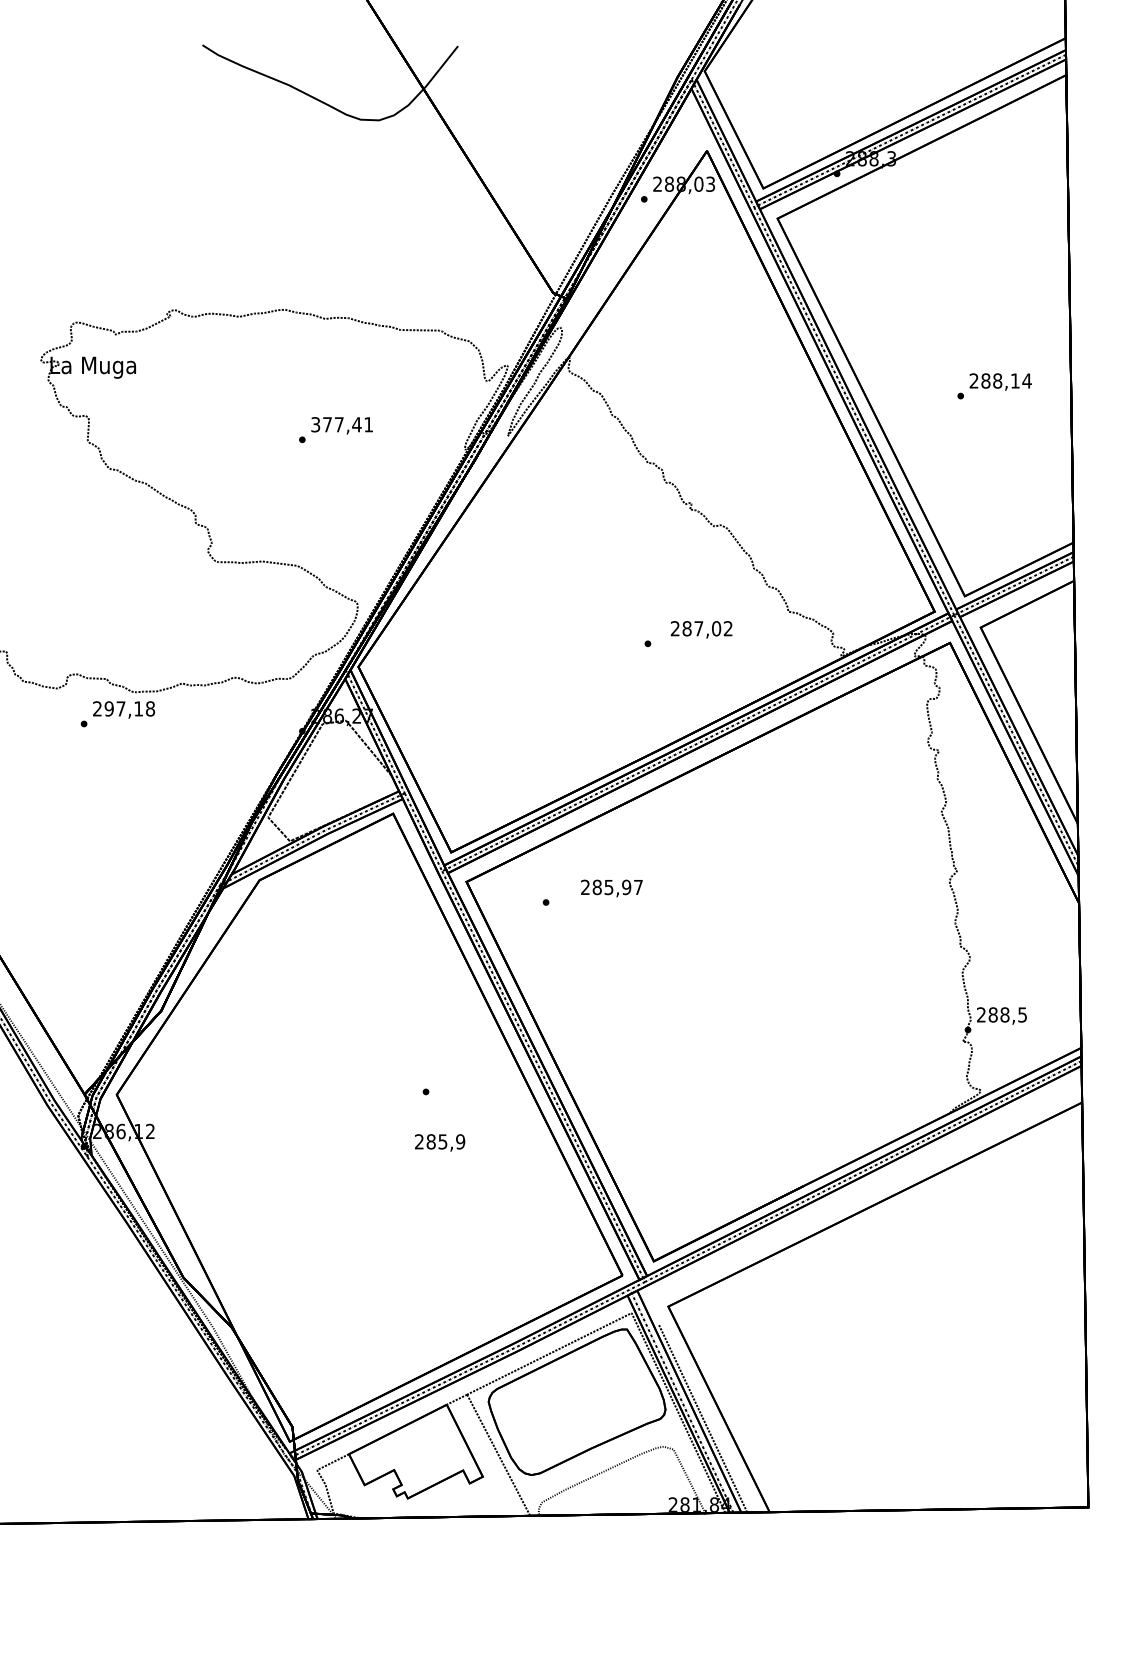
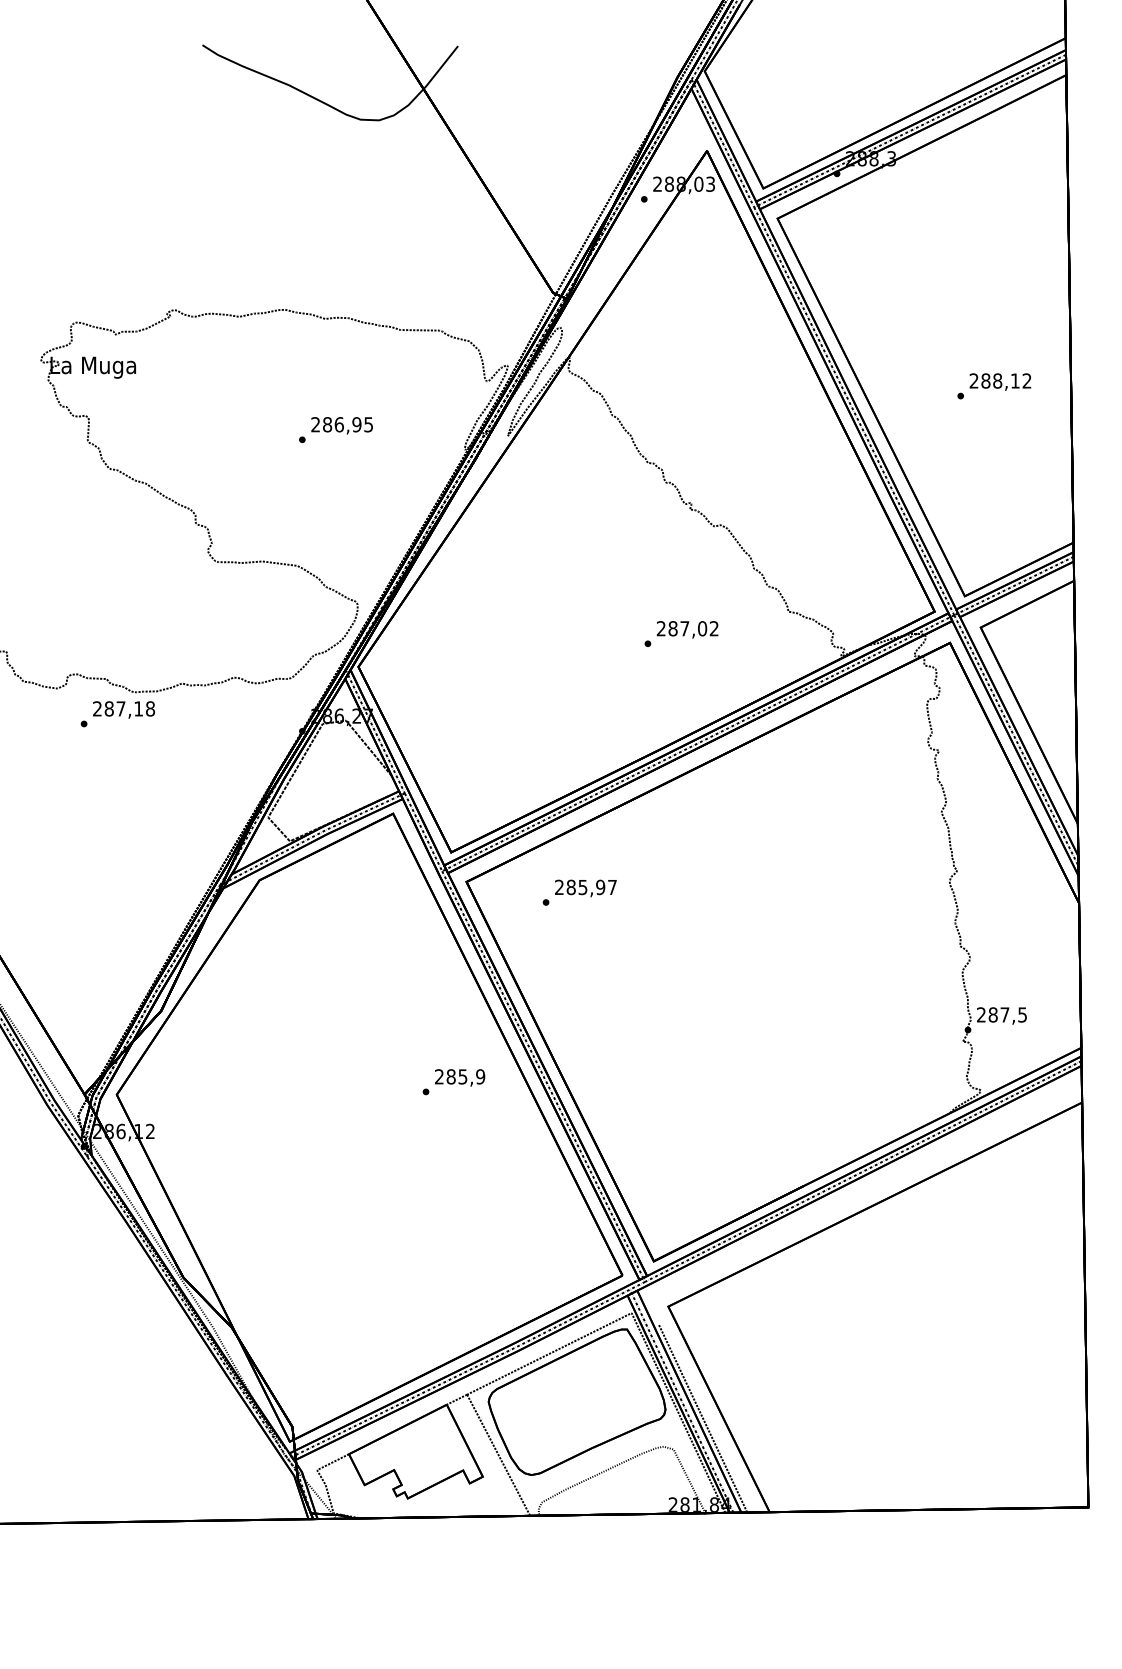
text at (1026, 380): 288,14 -> 288,12
text at (341, 424): 377,41 -> 286,95
text at (701, 629) position: (701, 629) -> (687, 629)
text at (108, 708): 297,18 -> 287,18
text at (611, 888) position: (611, 888) -> (585, 888)
text at (1004, 1014): 288,5 -> 287,5
text at (440, 1142) position: (440, 1142) -> (460, 1077)
